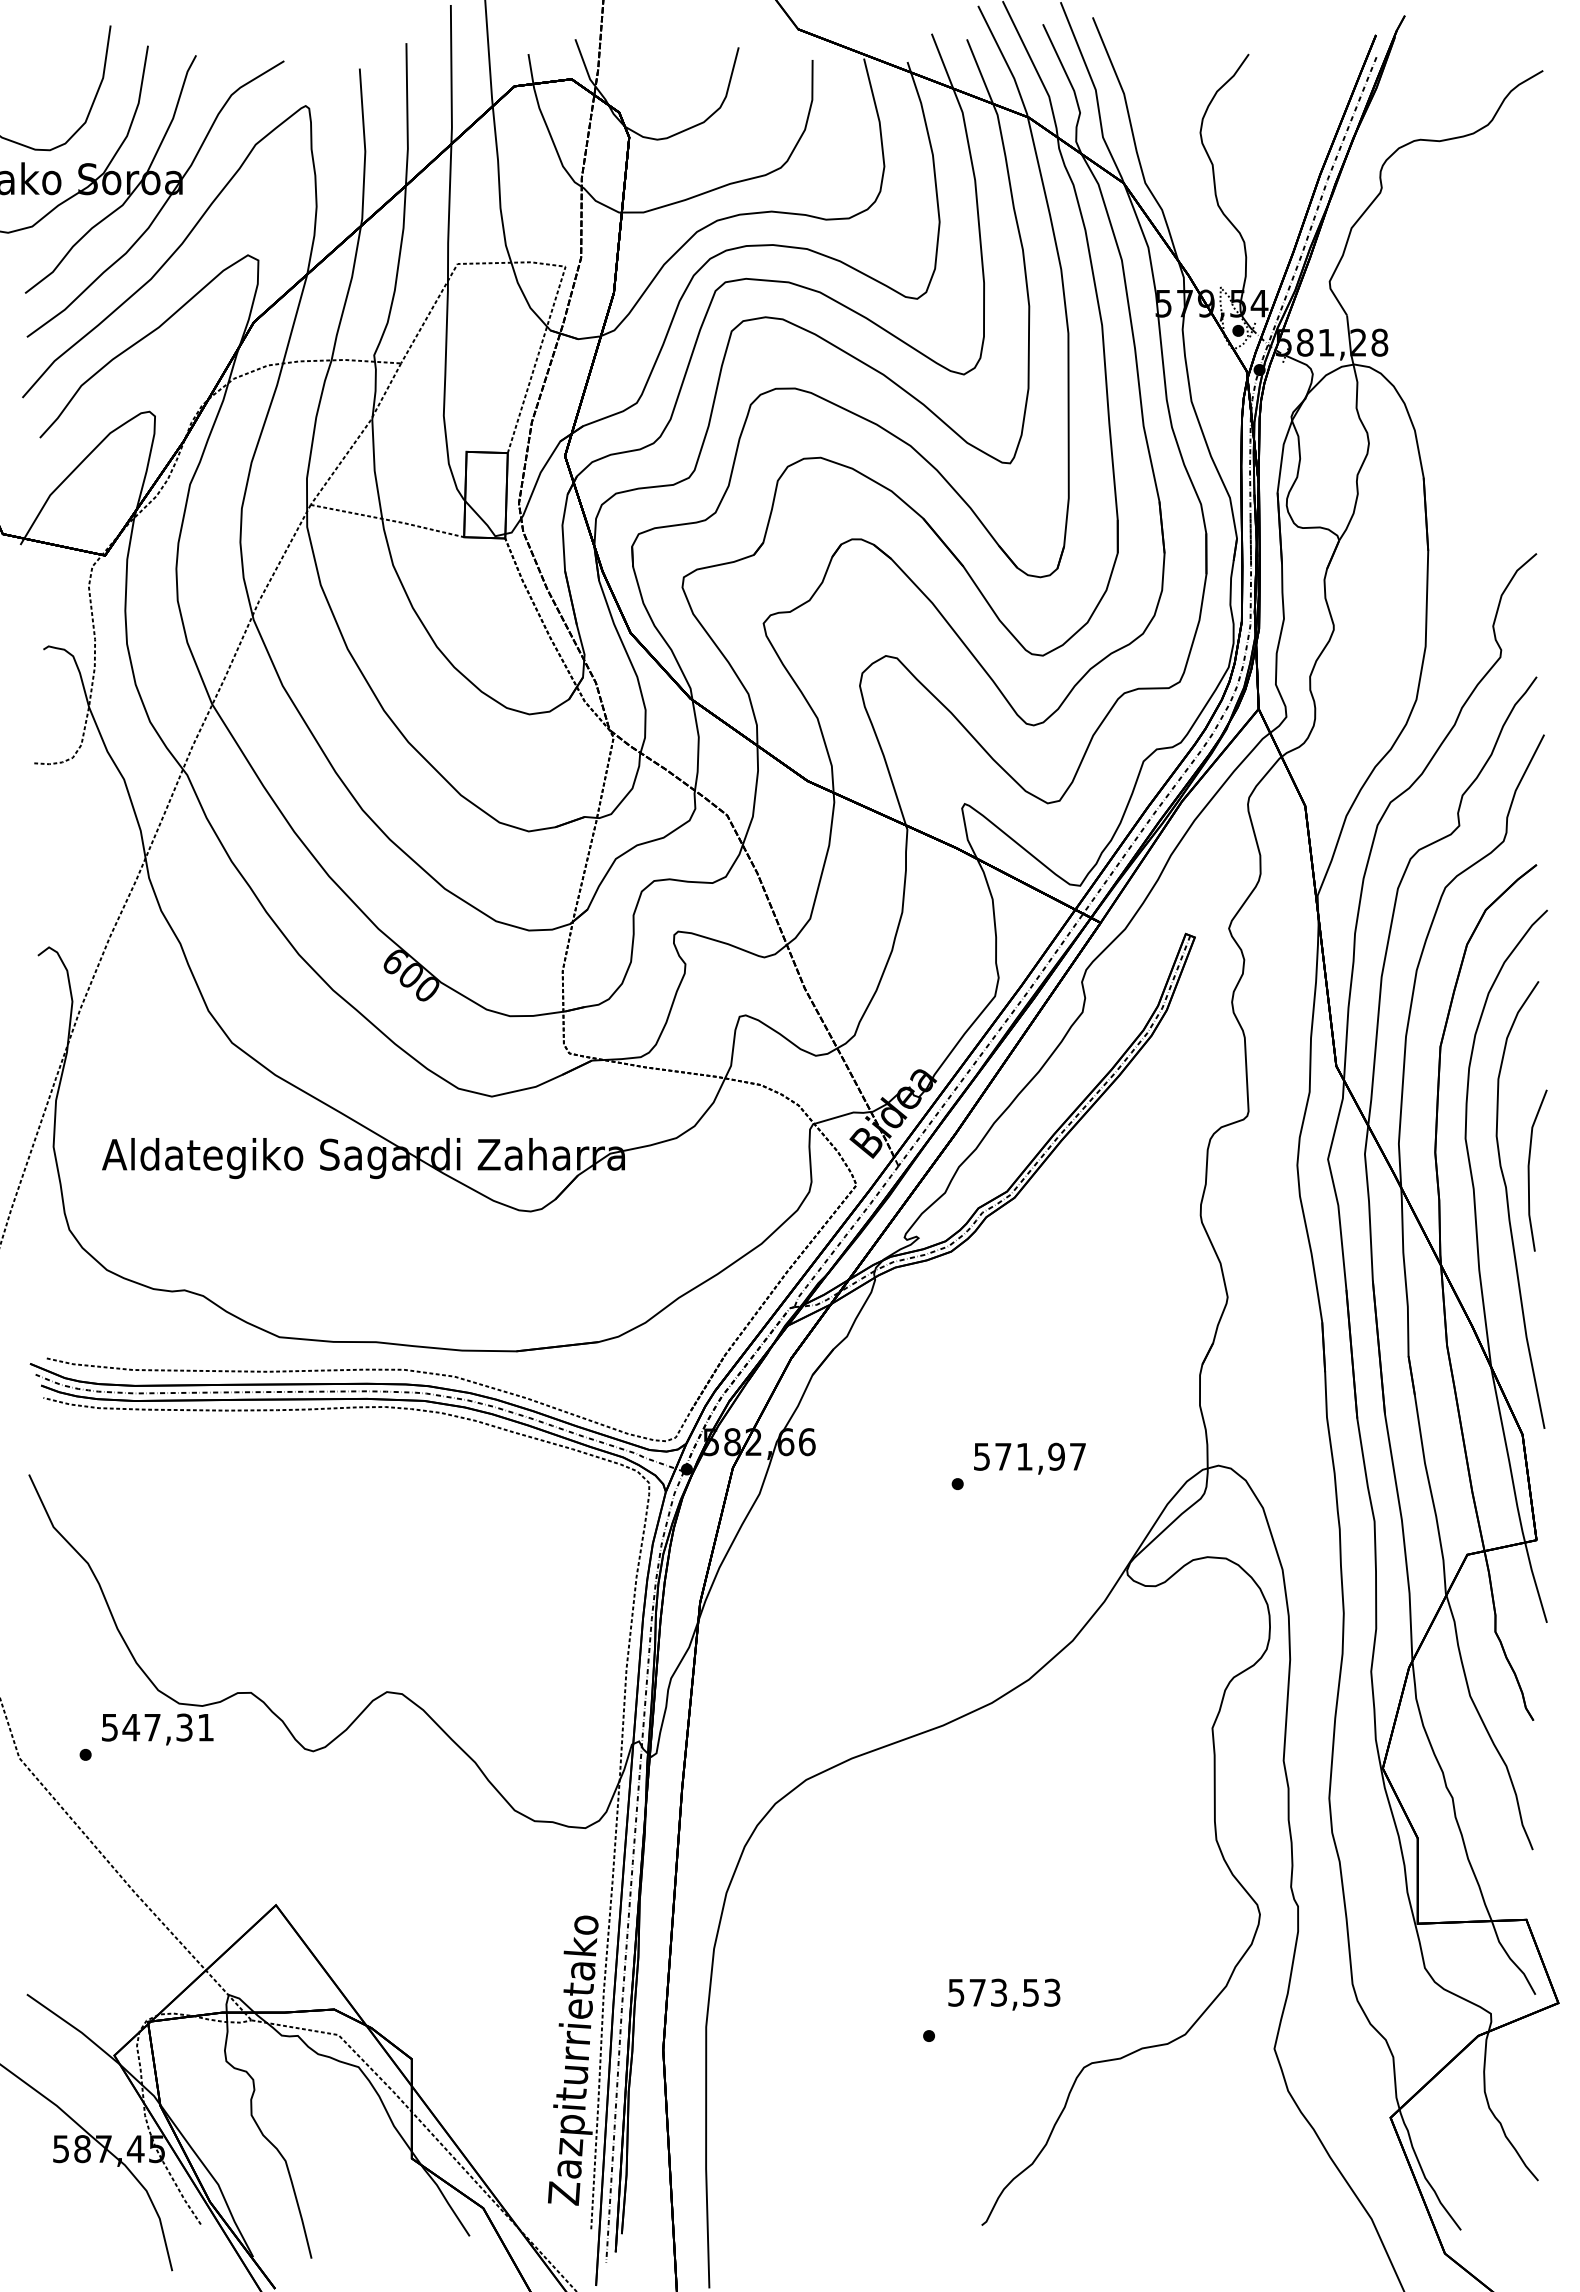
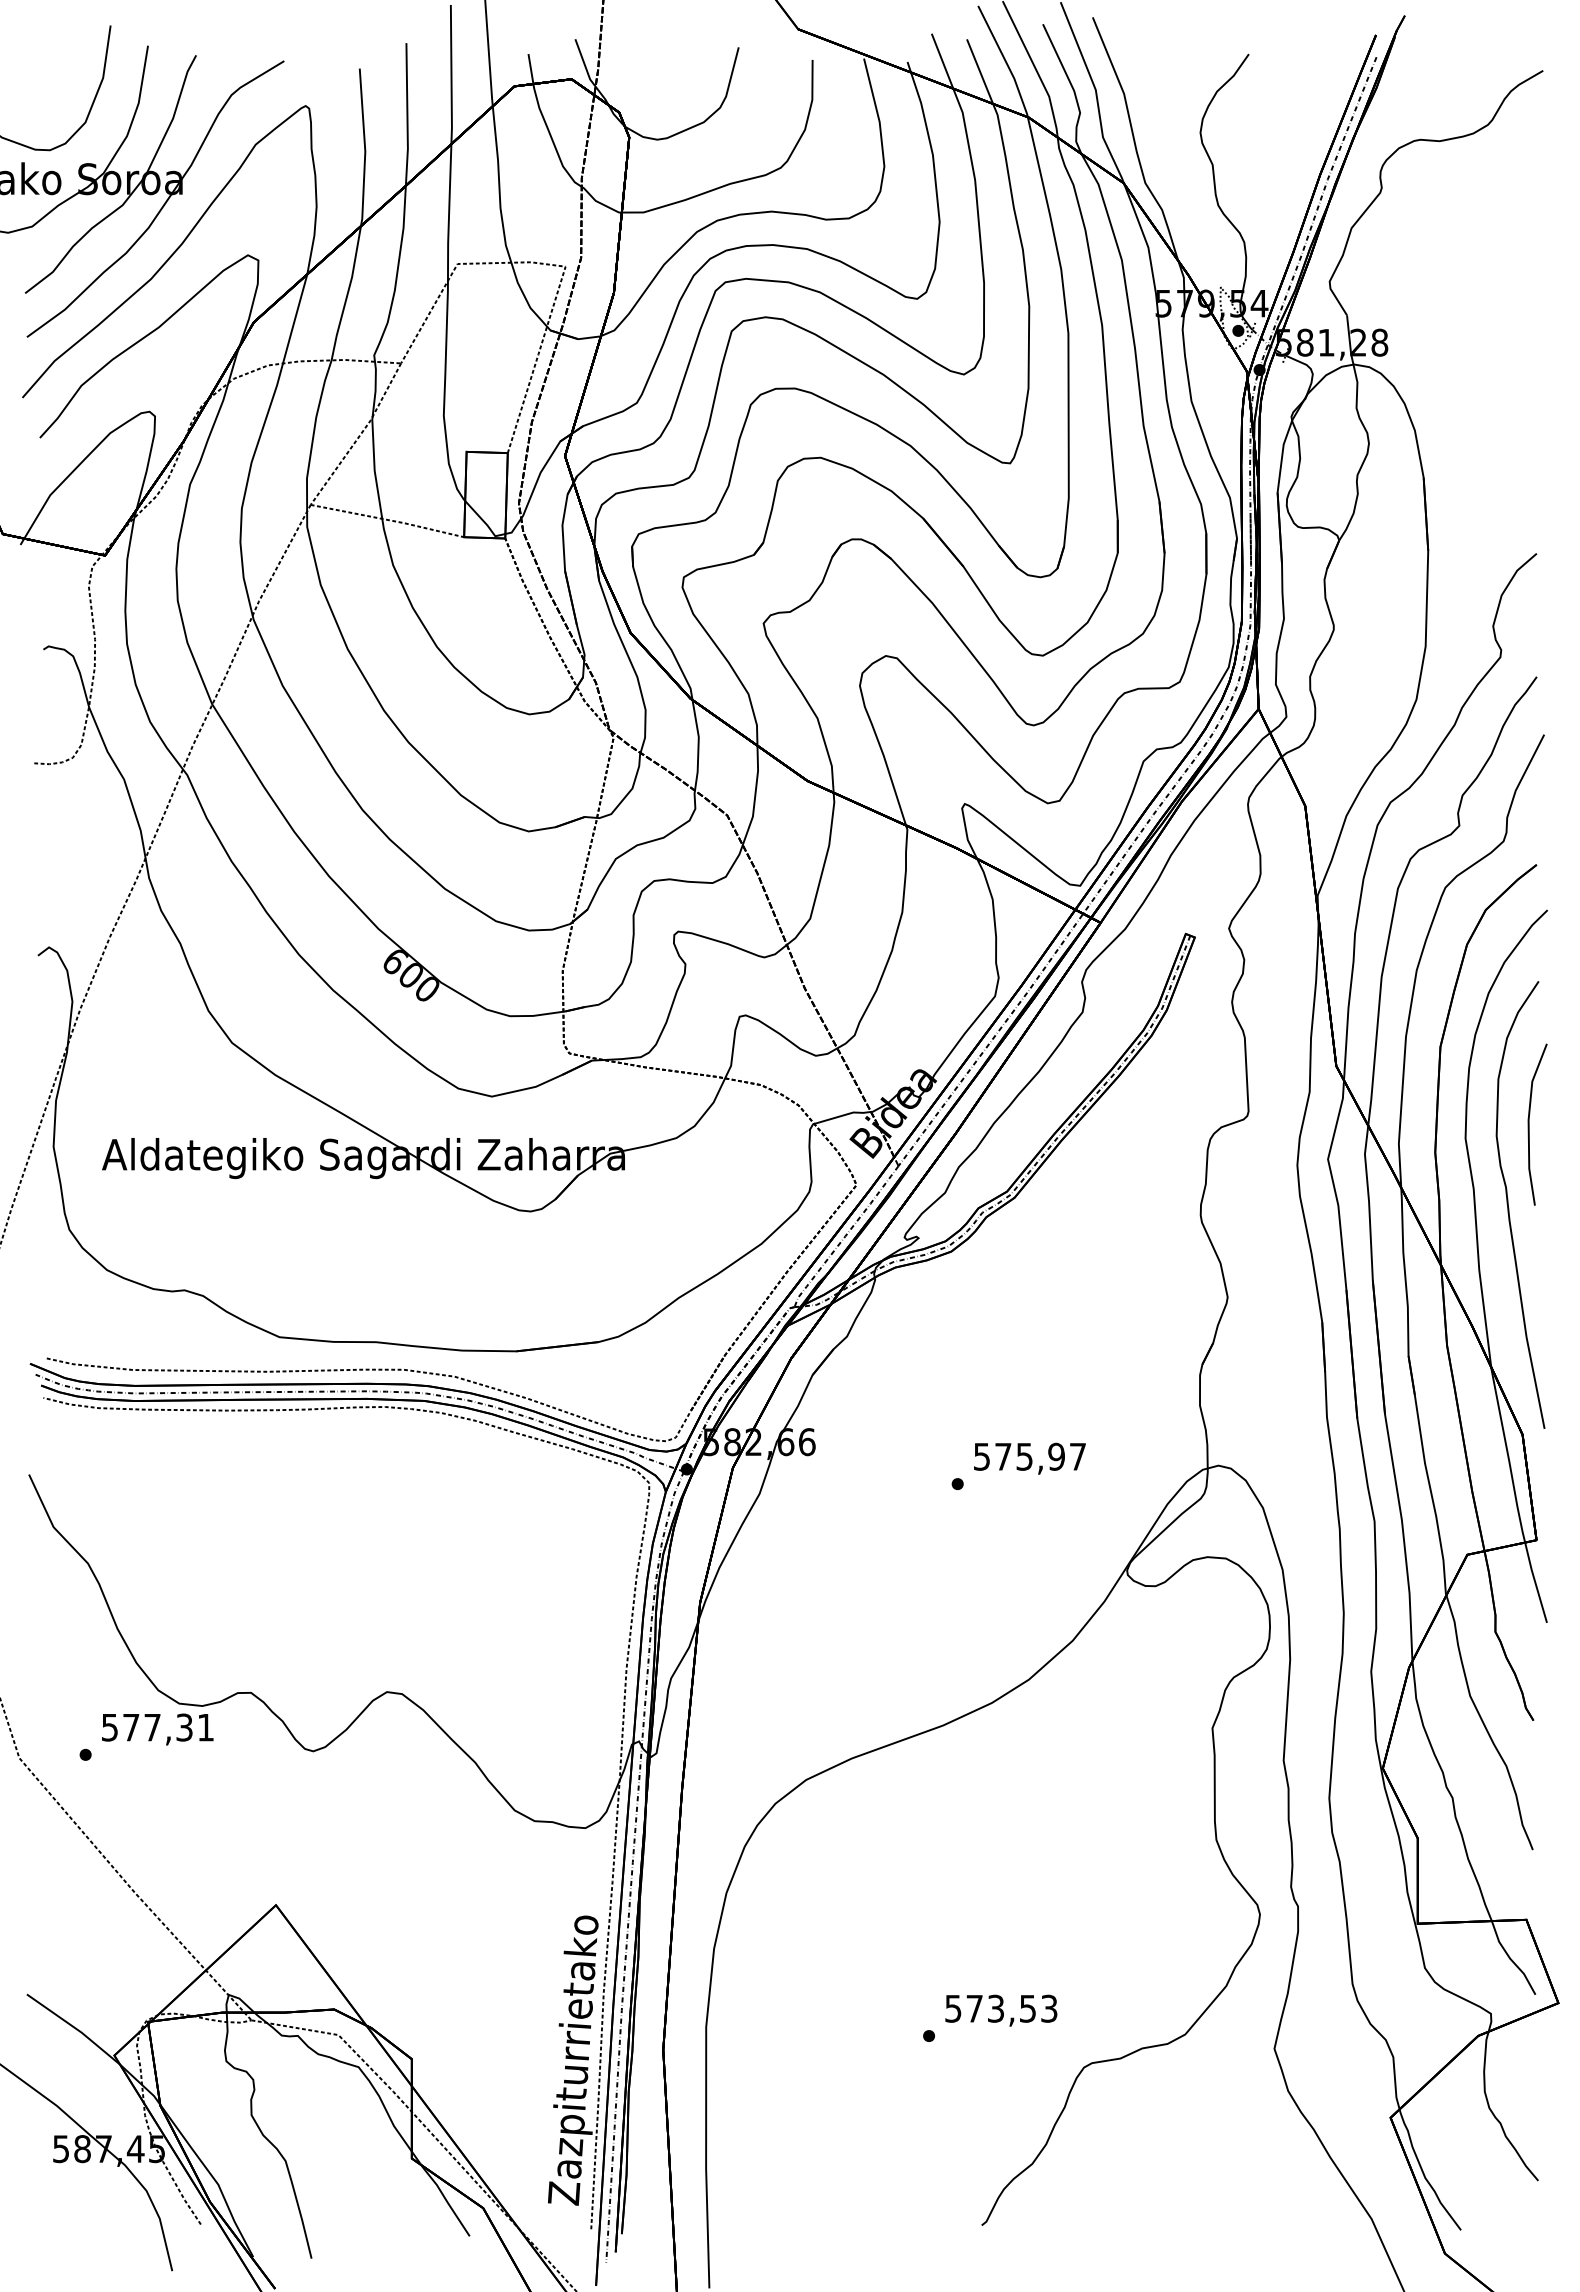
line at (1529, 1170) position: (1529, 1170) -> (1529, 1124)
text at (1024, 1456): 571,97 -> 575,97
text at (131, 1727): 547,31 -> 577,31
text at (1004, 1994) position: (1004, 1994) -> (1001, 2010)
